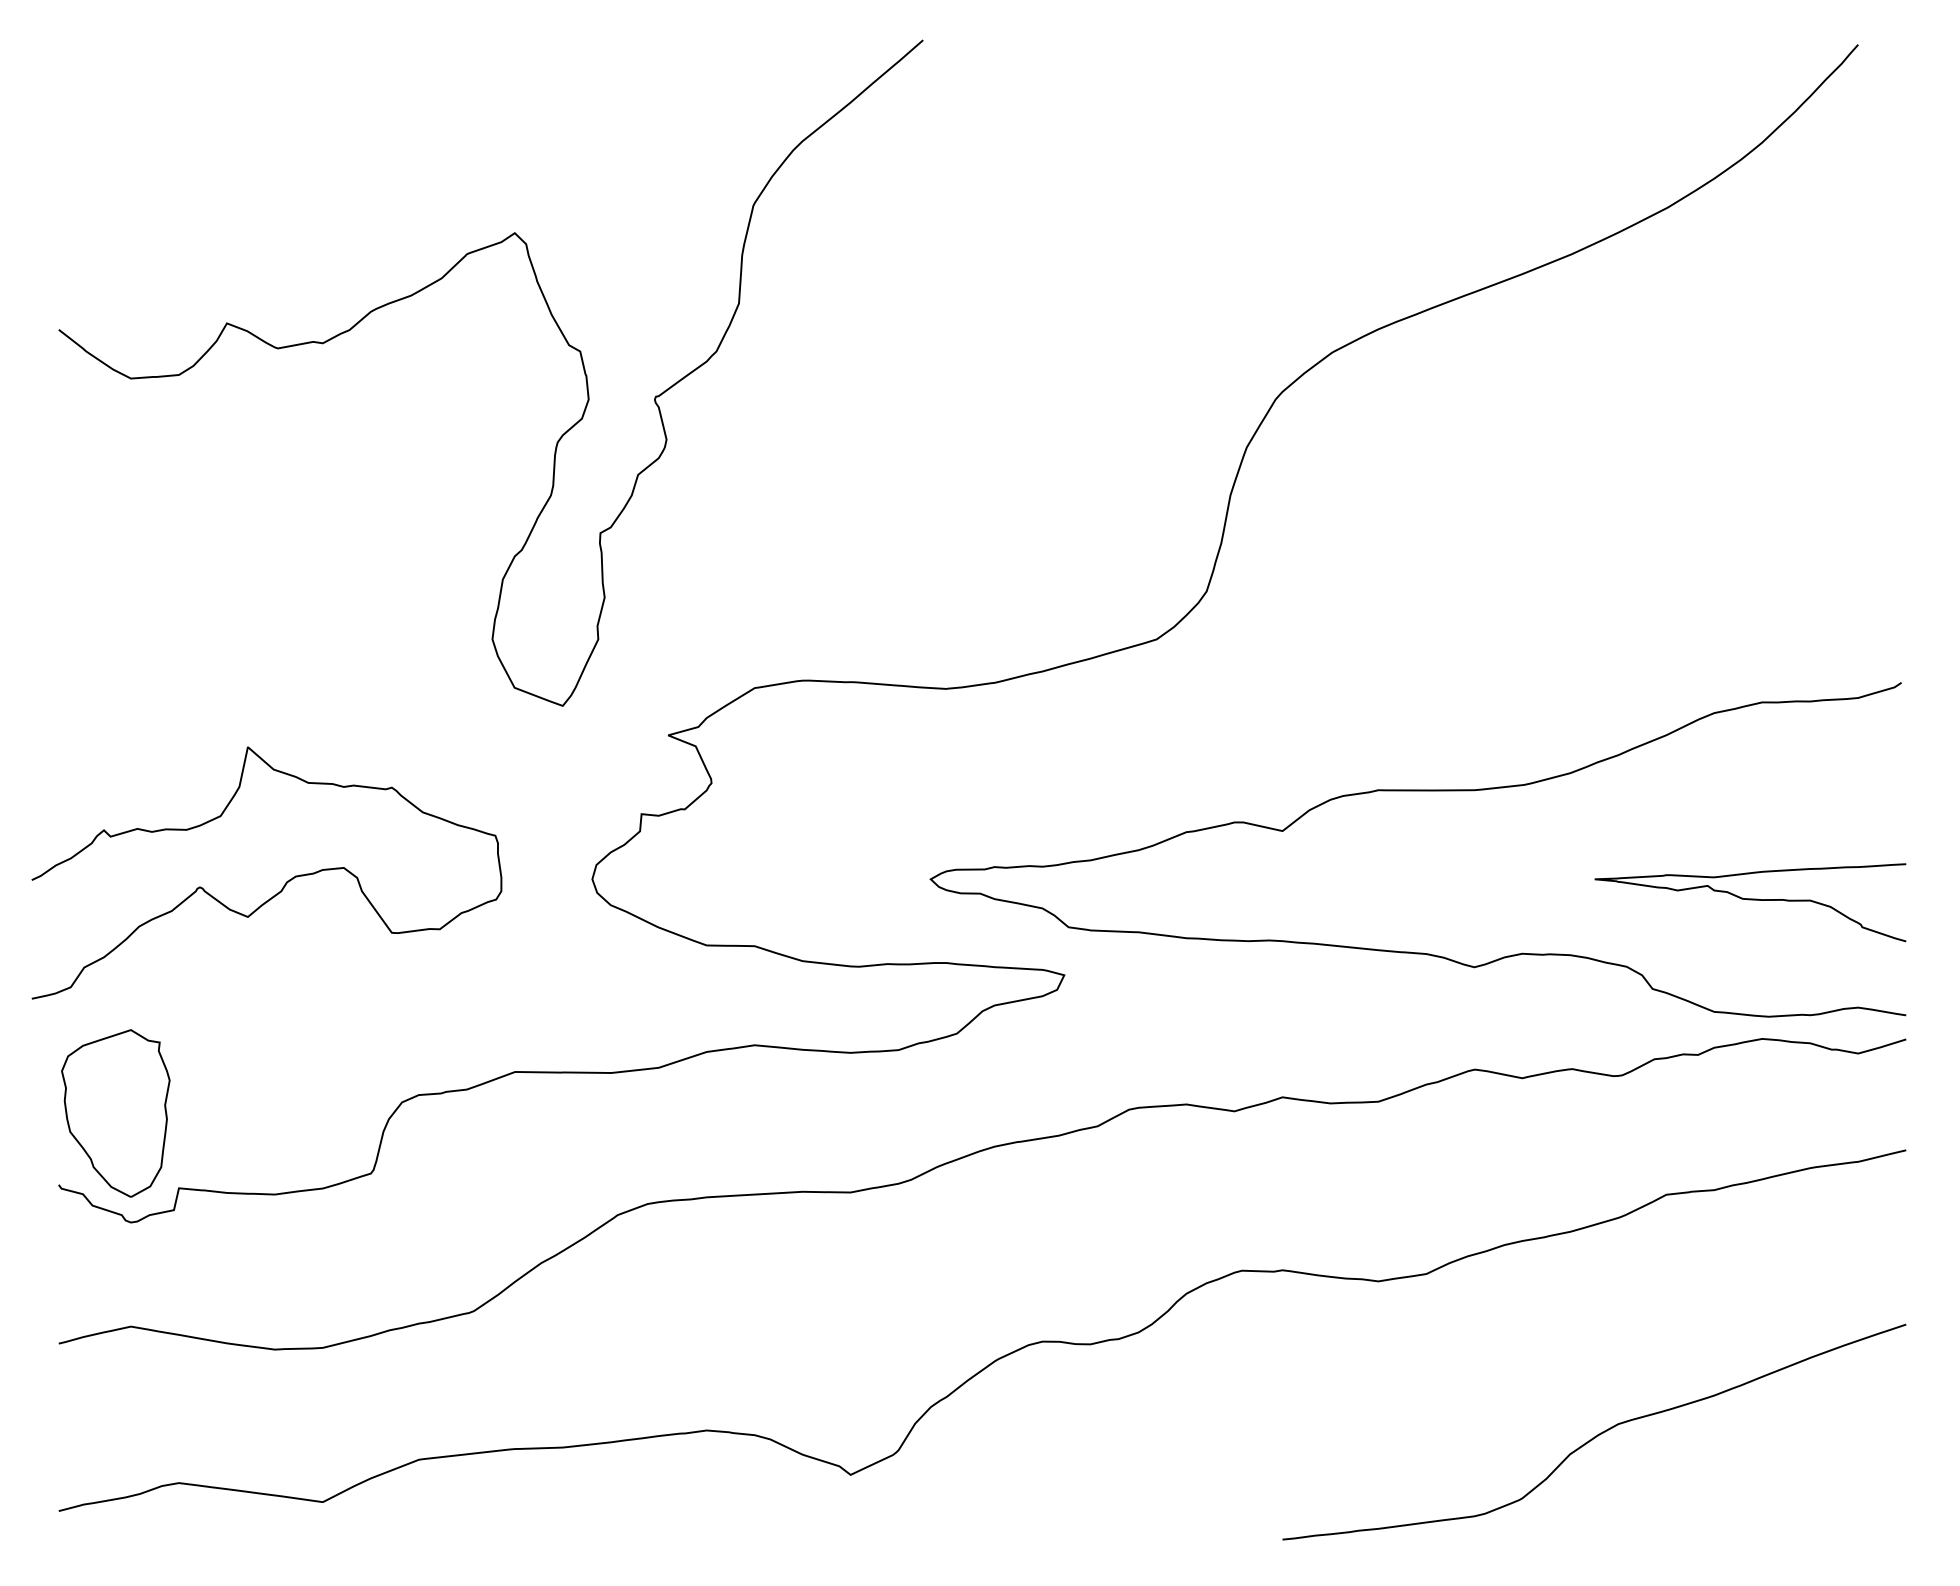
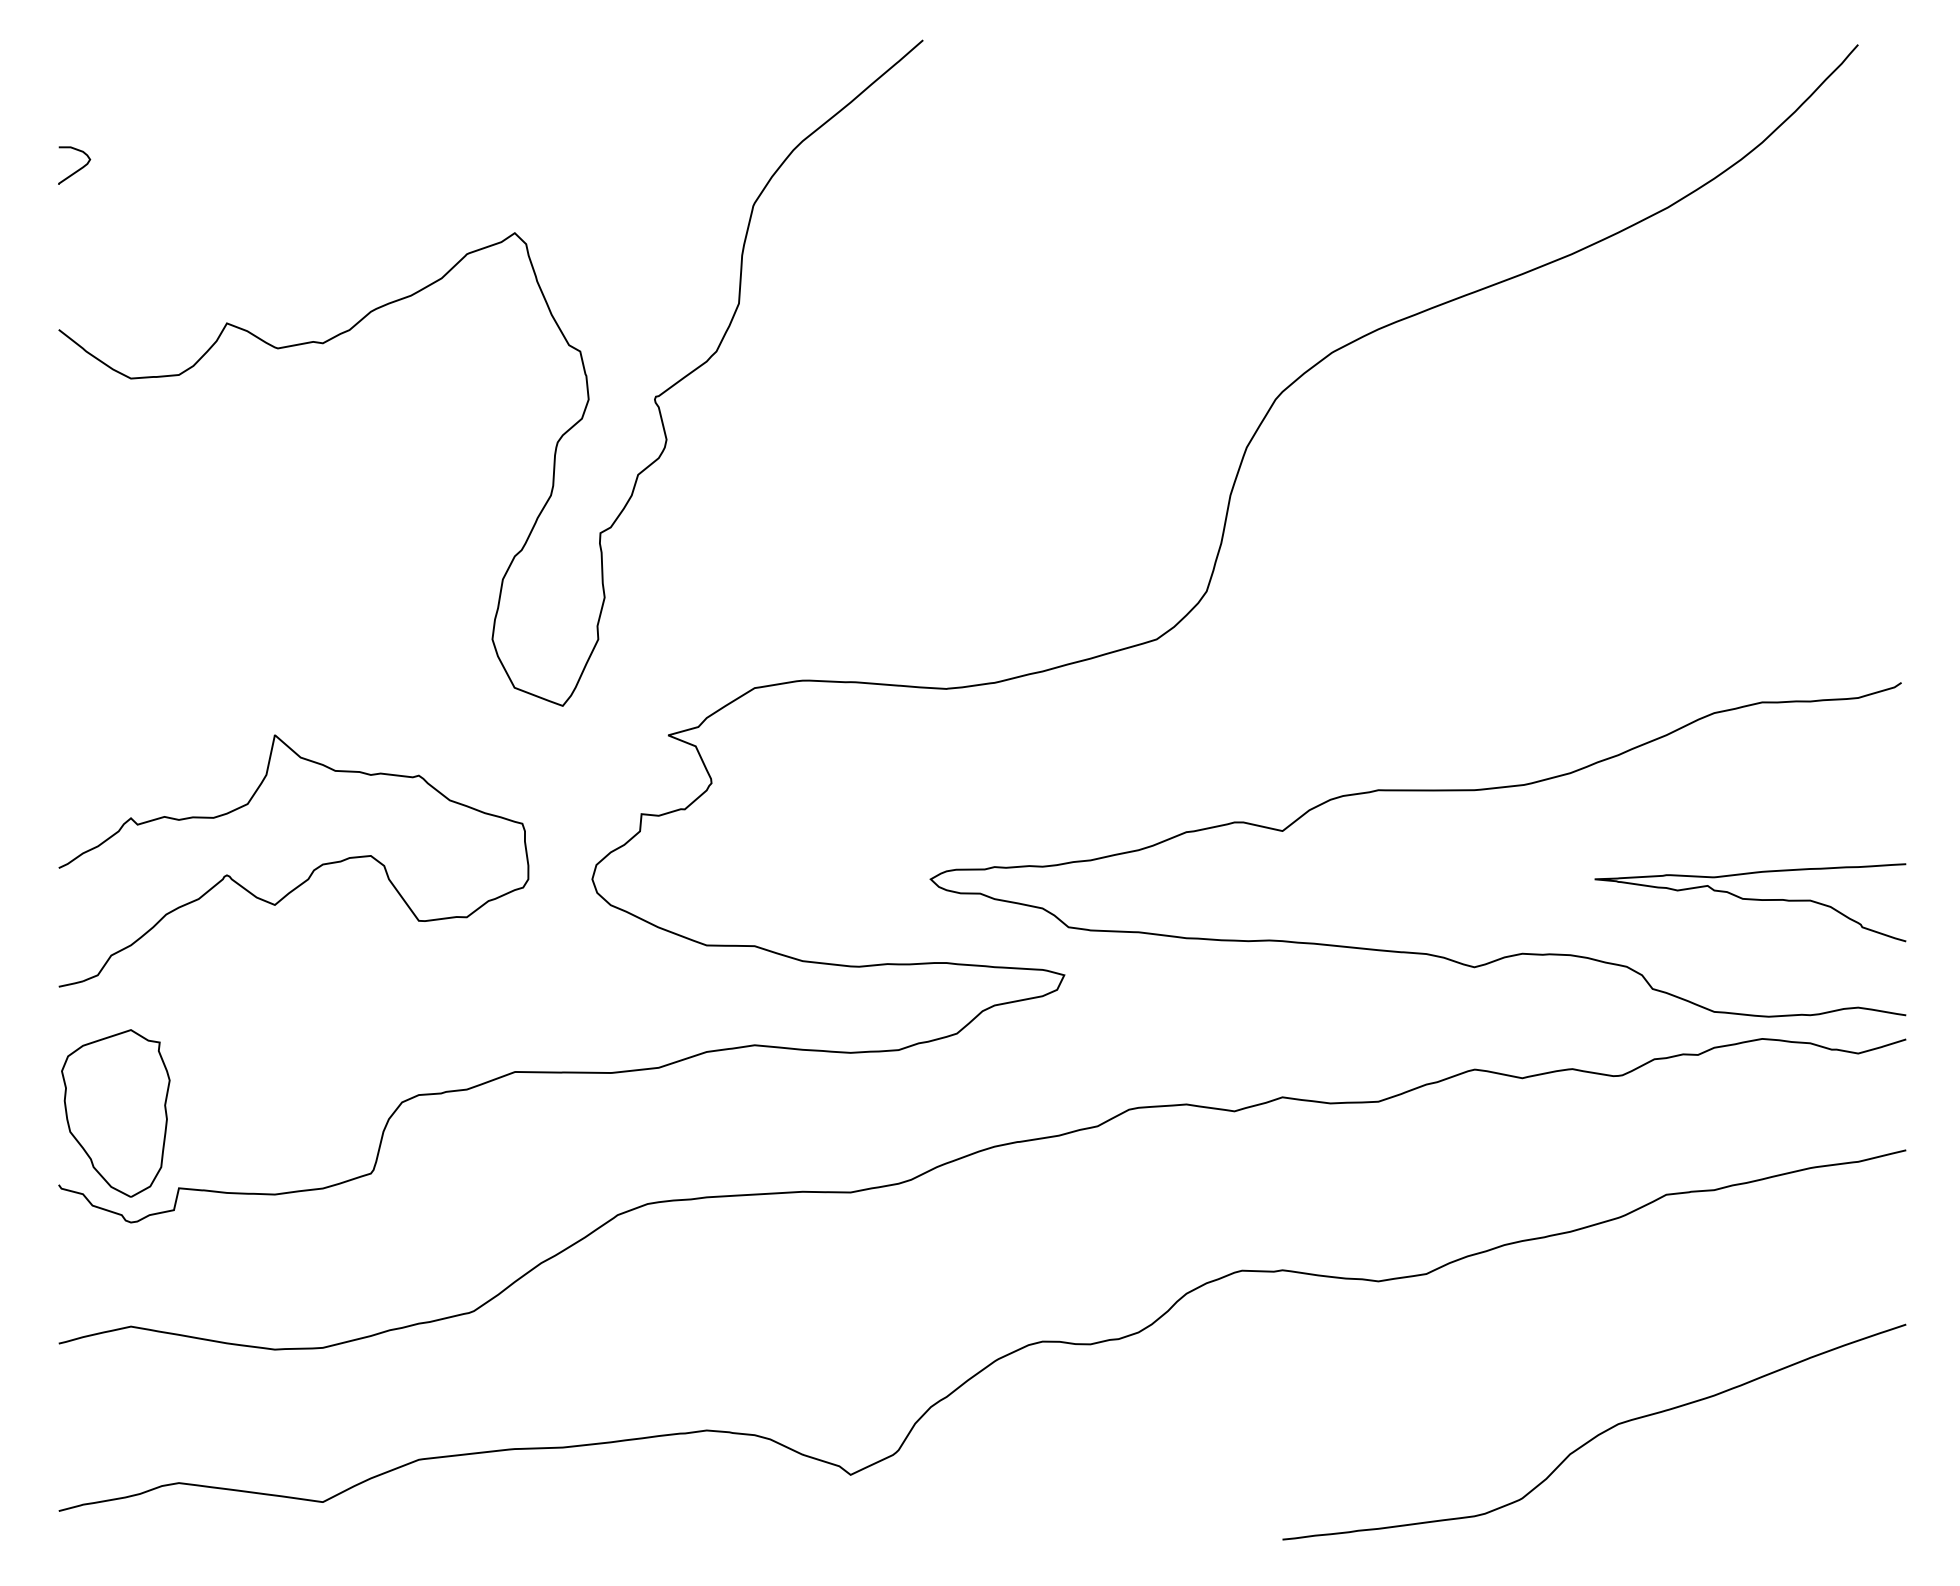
curve at (76, 170): none -> present
part at (283, 885) position: (283, 885) -> (310, 873)
